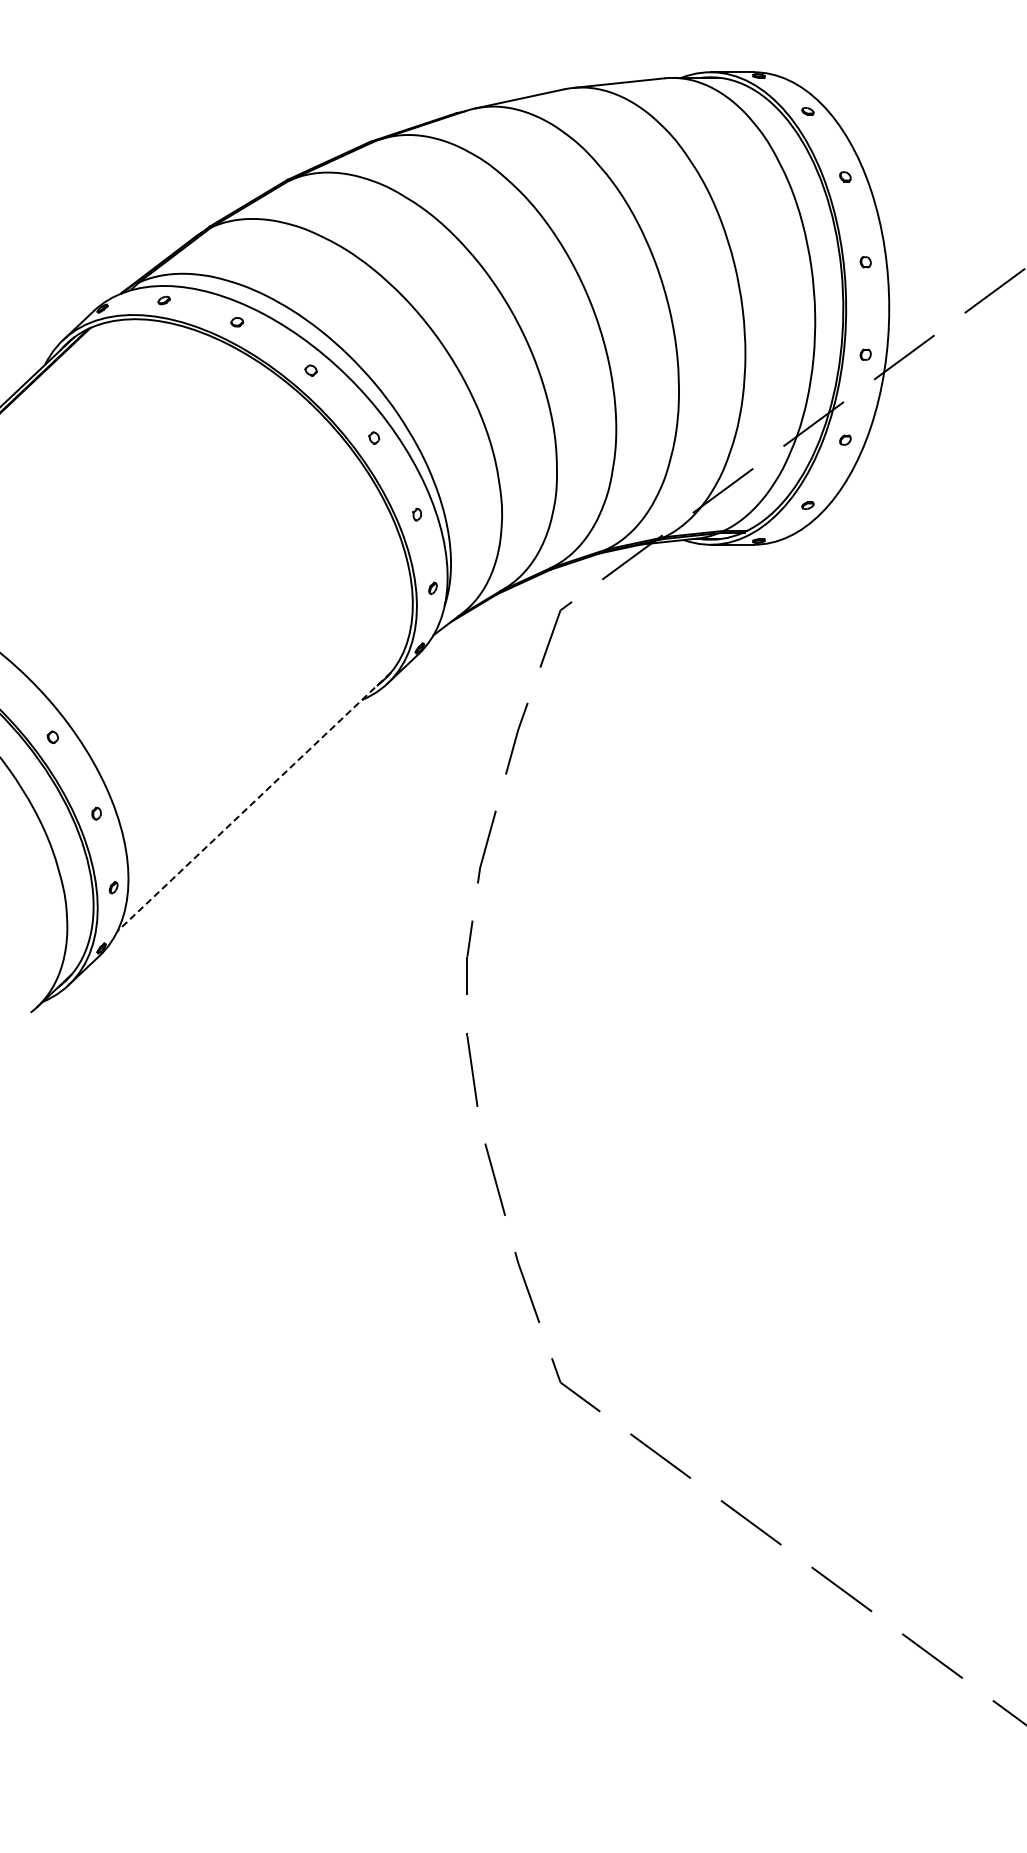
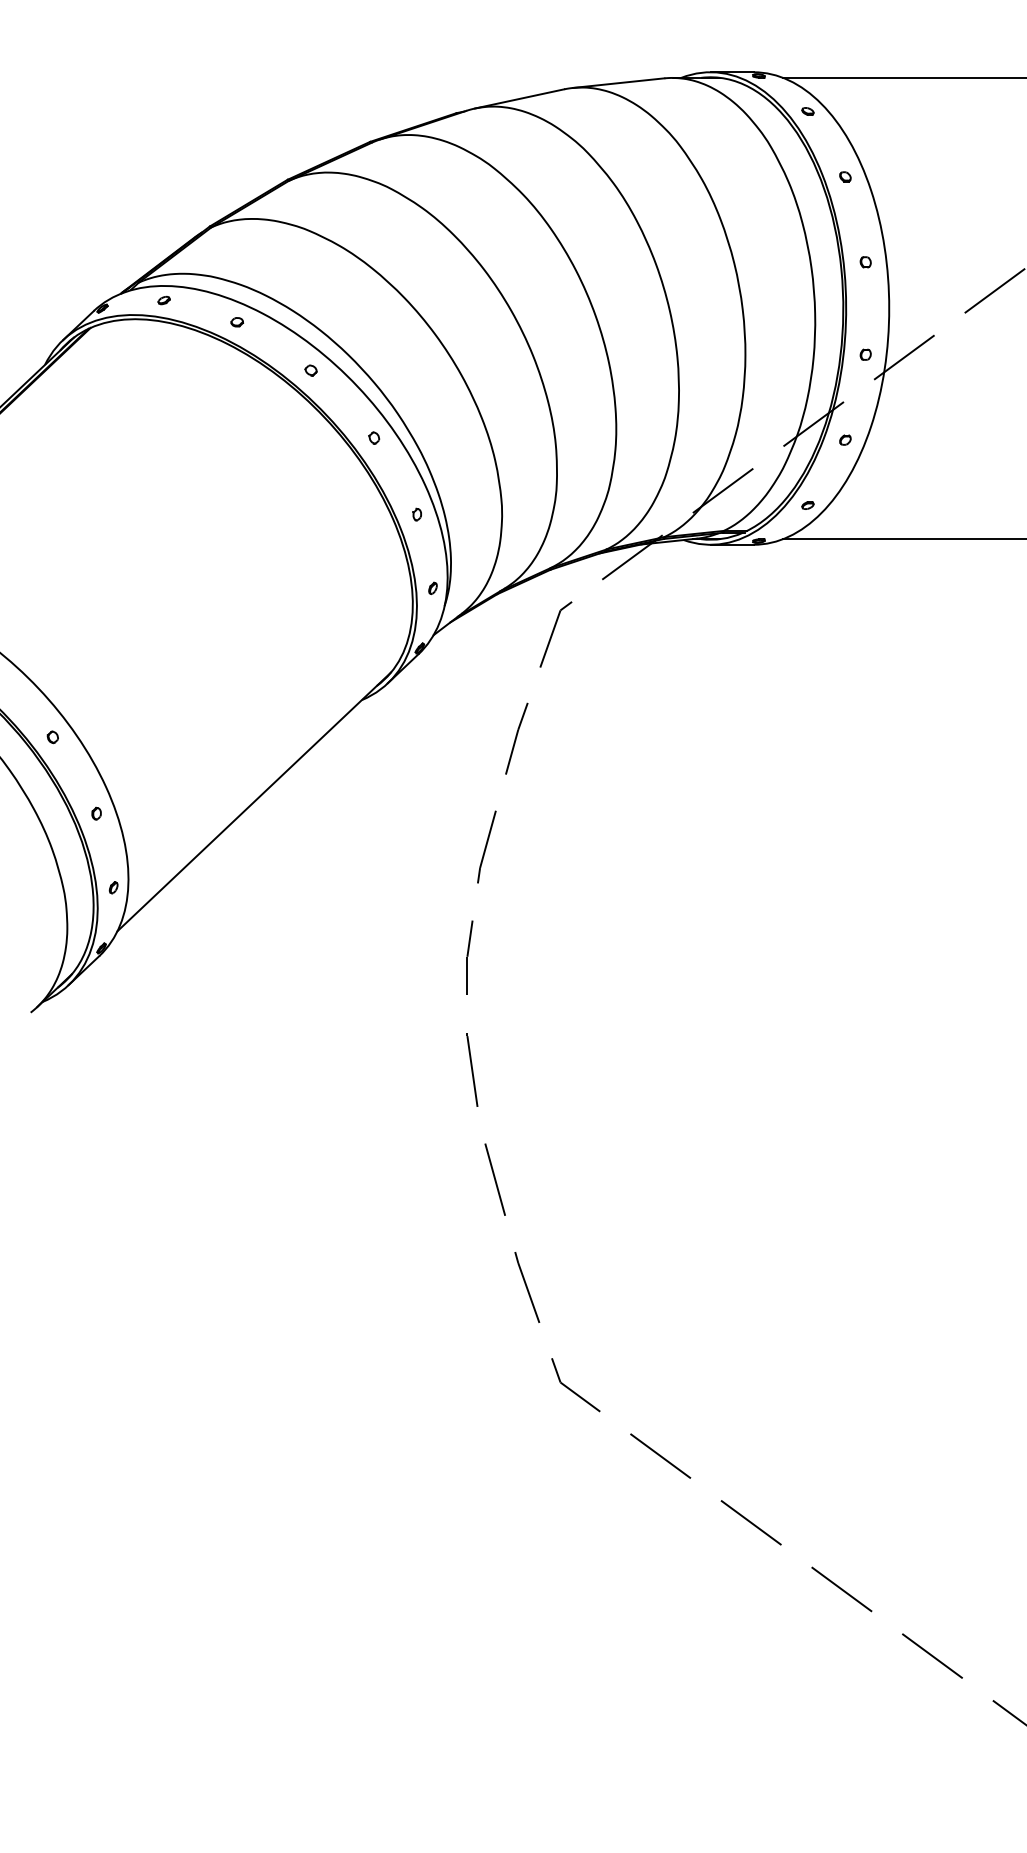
line at (903, 77): none -> present
line at (903, 539): none -> present
line at (253, 802): dashed -> solid
